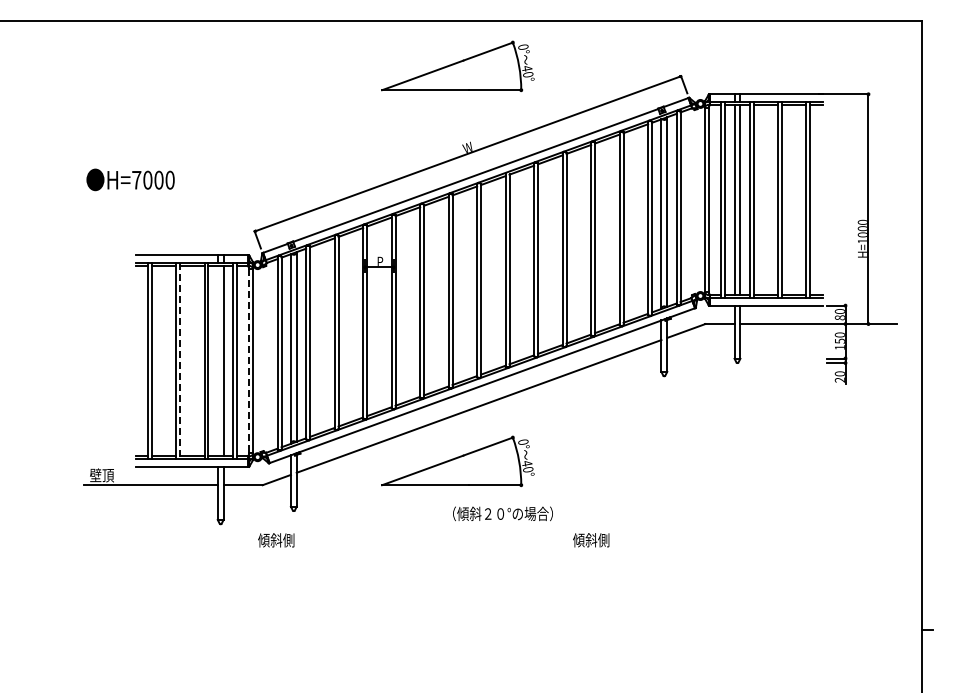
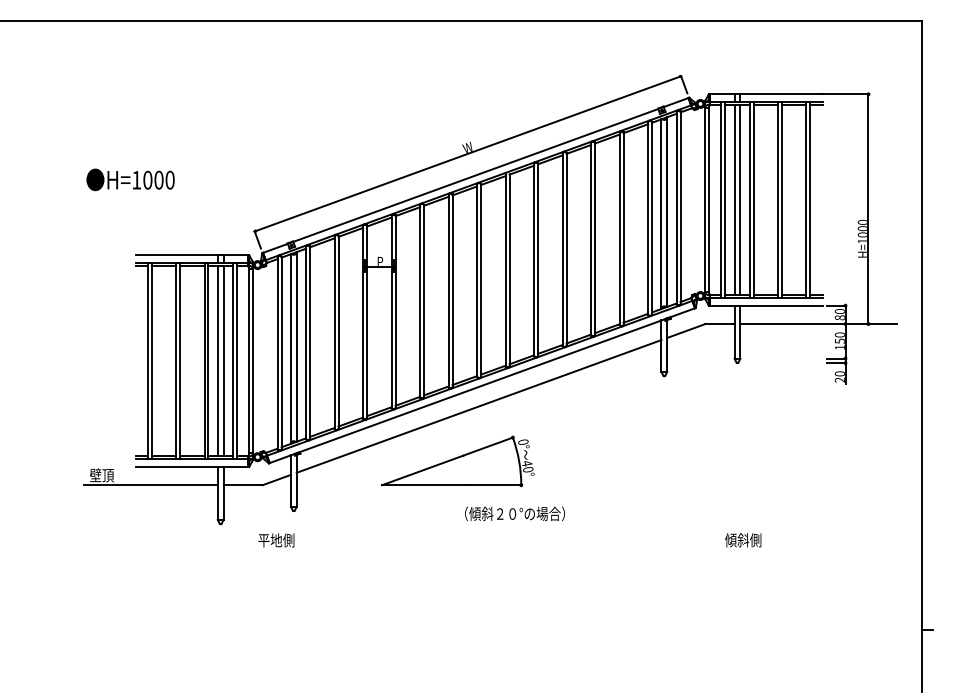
part at (457, 66): present -> none
text at (136, 180): H=7000 -> H=1000
line at (180, 361): dashed -> solid
line at (217, 361): none -> present
line at (248, 361): dashed -> solid
text at (502, 513) position: (502, 513) -> (514, 513)
text at (270, 540): 傾斜側 -> 平地側
text at (591, 540) position: (591, 540) -> (743, 540)
